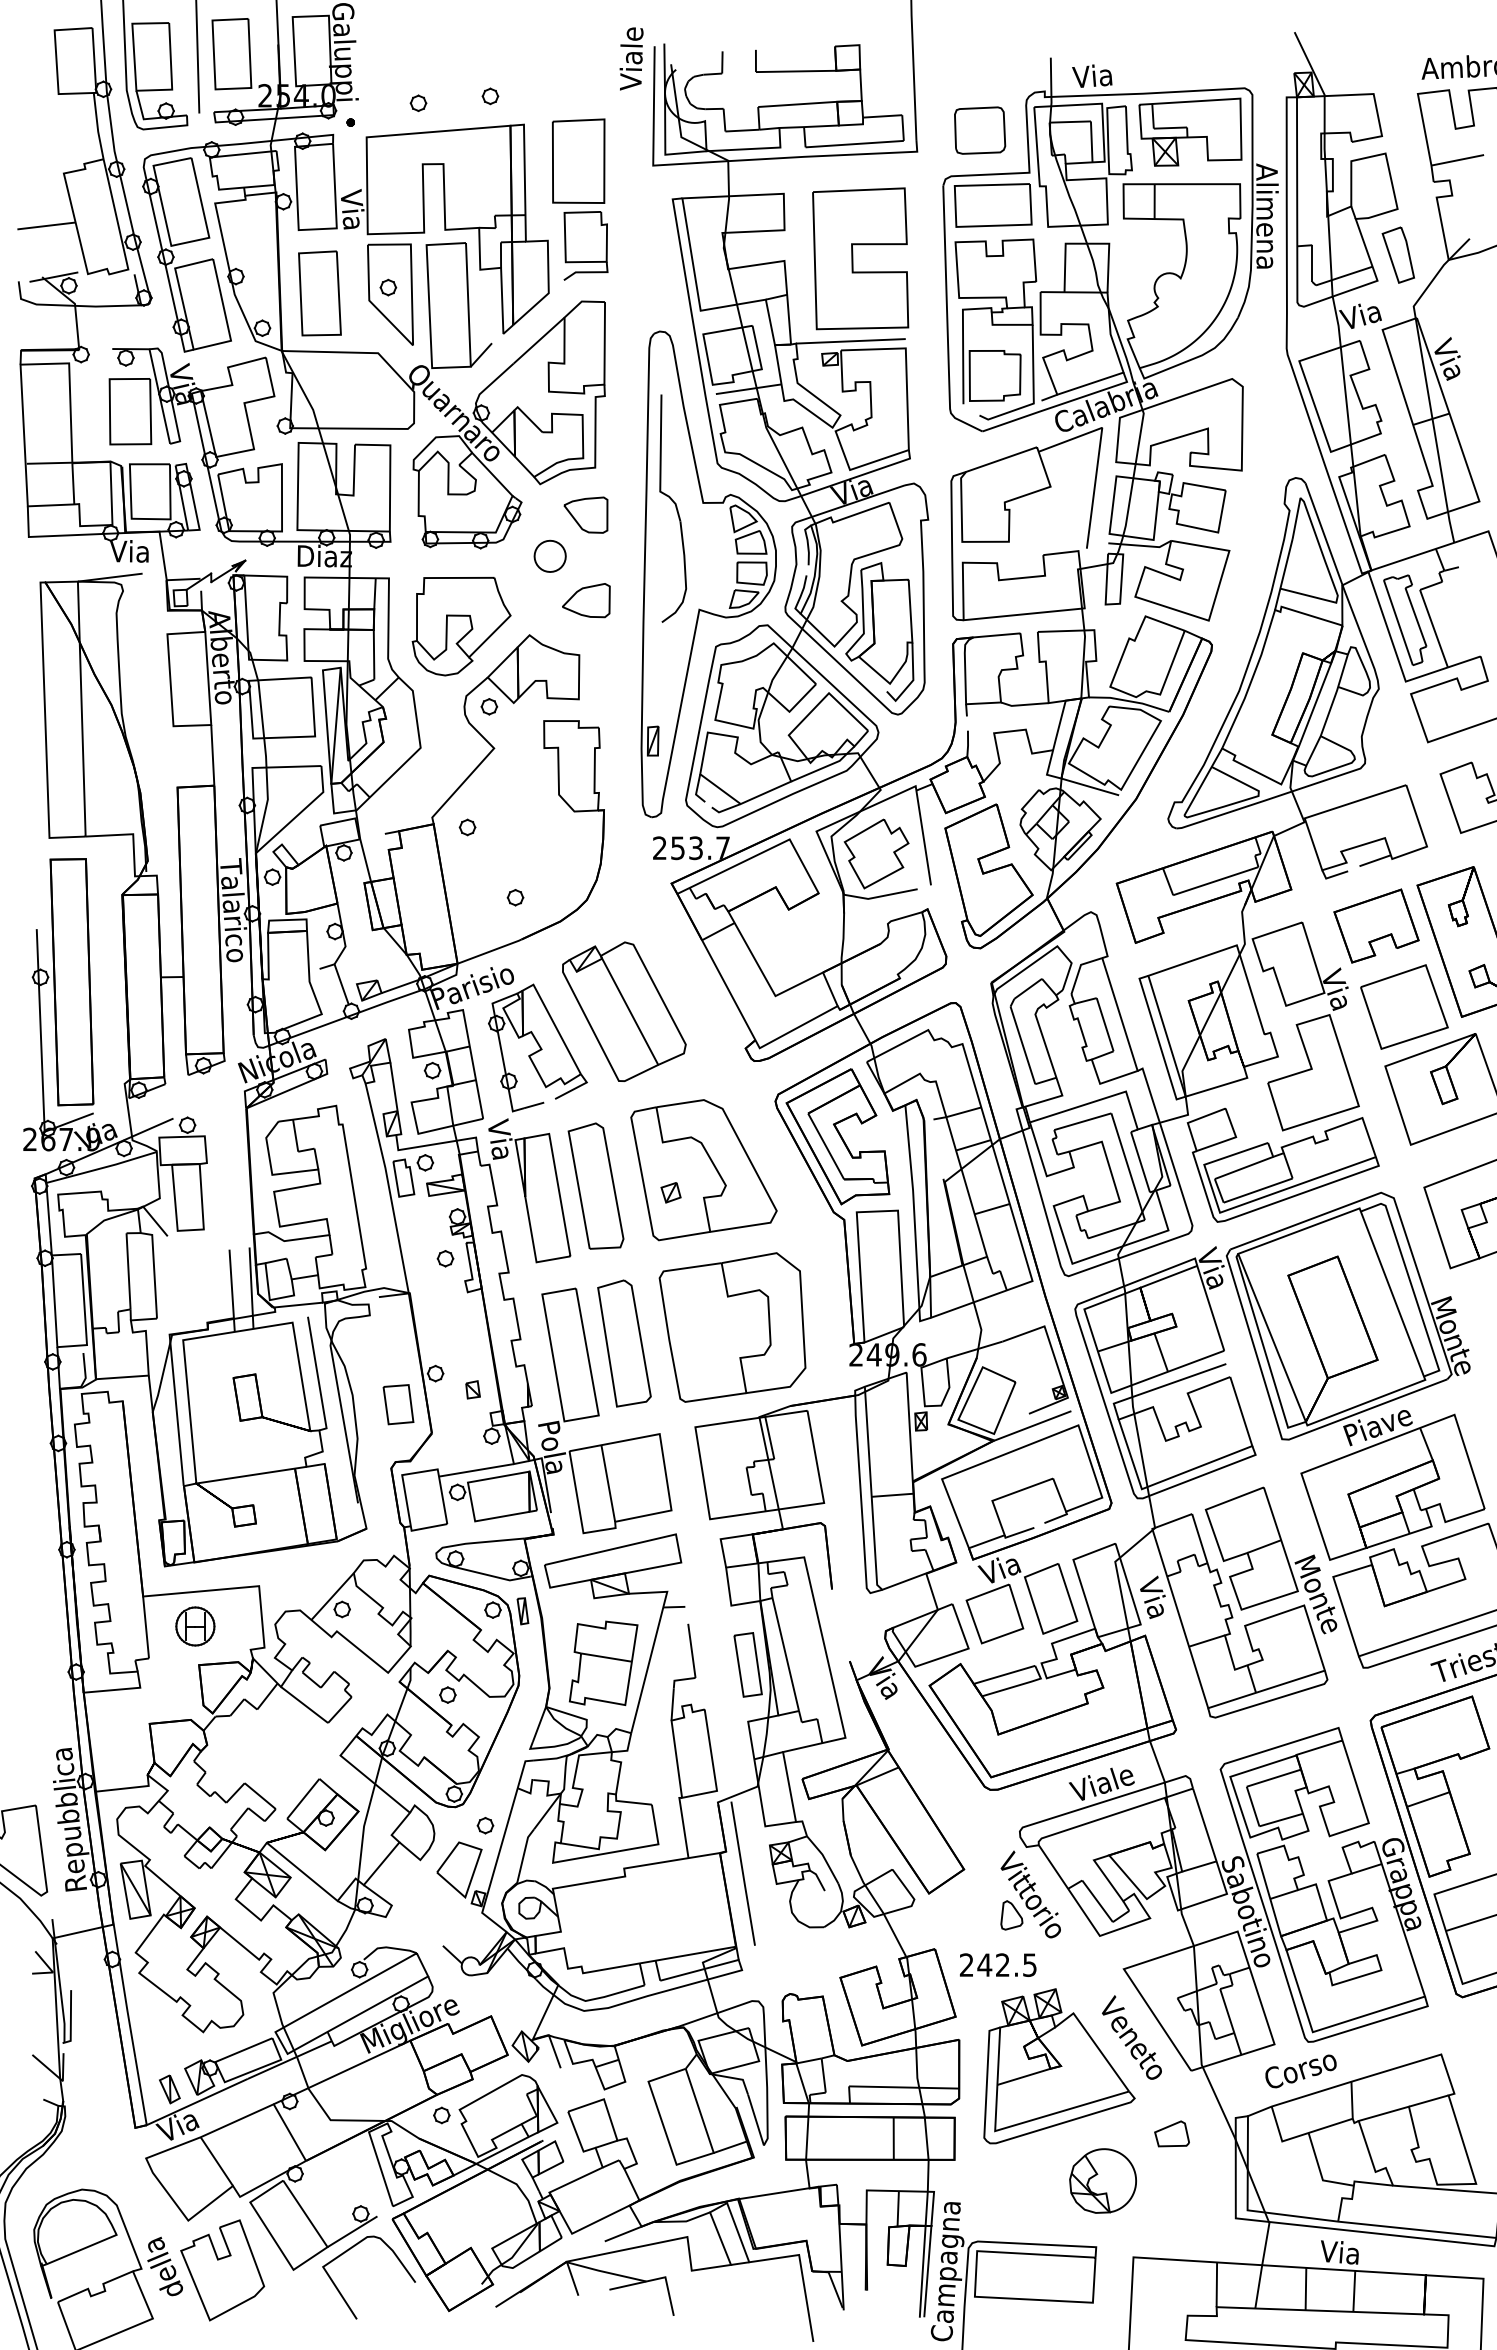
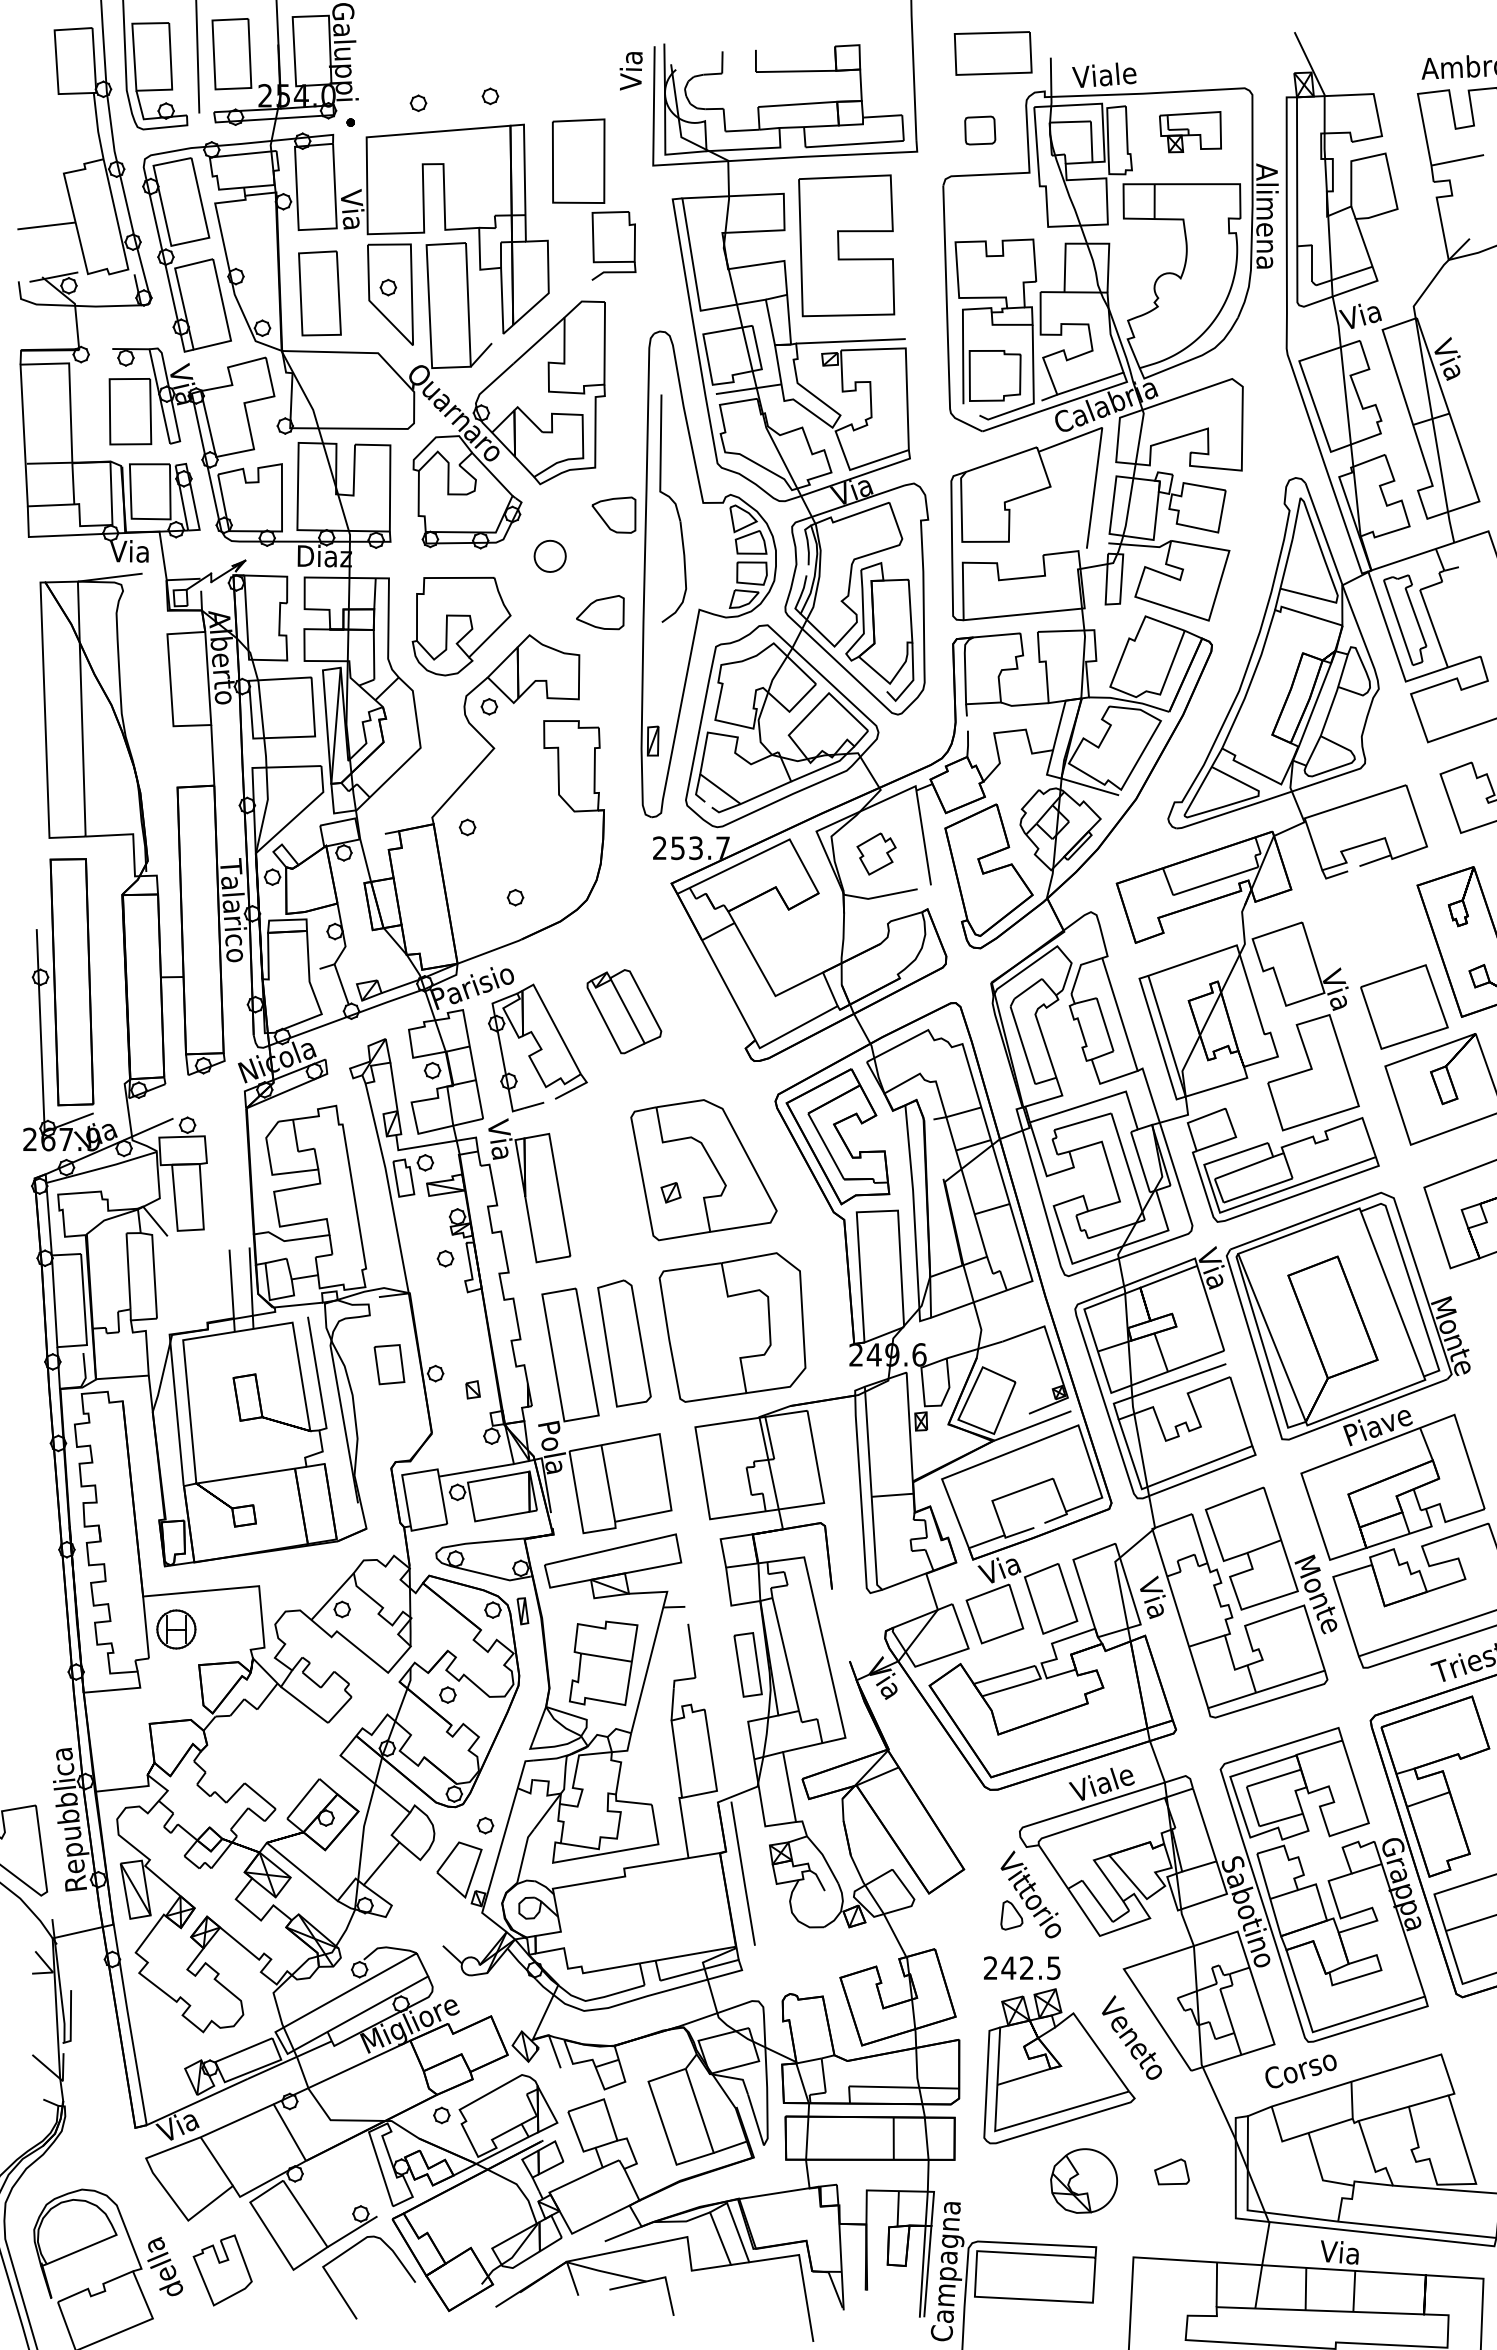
text at (631, 37): Viale -> Via
text at (1125, 73): Via -> Viale
part at (980, 130) size: 53x49 px -> 33x31 px
part at (1190, 131) size: 105x70 px -> 63x43 px
part at (992, 205) position: (992, 205) -> (992, 53)
part at (585, 245) position: (585, 245) -> (613, 245)
part at (1397, 254): present -> none
part at (853, 258) position: (853, 258) -> (839, 245)
part at (585, 514) position: (585, 514) -> (613, 514)
part at (586, 600) position: (586, 600) -> (600, 612)
part at (876, 853) size: 67x72 px -> 41x44 px
part at (1376, 925): present -> none
part at (624, 1011) size: 125x141 px -> 77x86 px
part at (595, 1185): present -> none
part at (398, 1404) position: (398, 1404) -> (389, 1364)
part at (195, 1626) position: (195, 1626) -> (176, 1629)
text at (998, 1964) position: (998, 1964) -> (1022, 1967)
part at (169, 2089): present -> none
part at (1171, 2133) position: (1171, 2133) -> (1171, 2171)
part at (1102, 2180) position: (1102, 2180) -> (1083, 2180)
part at (222, 2270) size: 86x103 px -> 61x73 px
